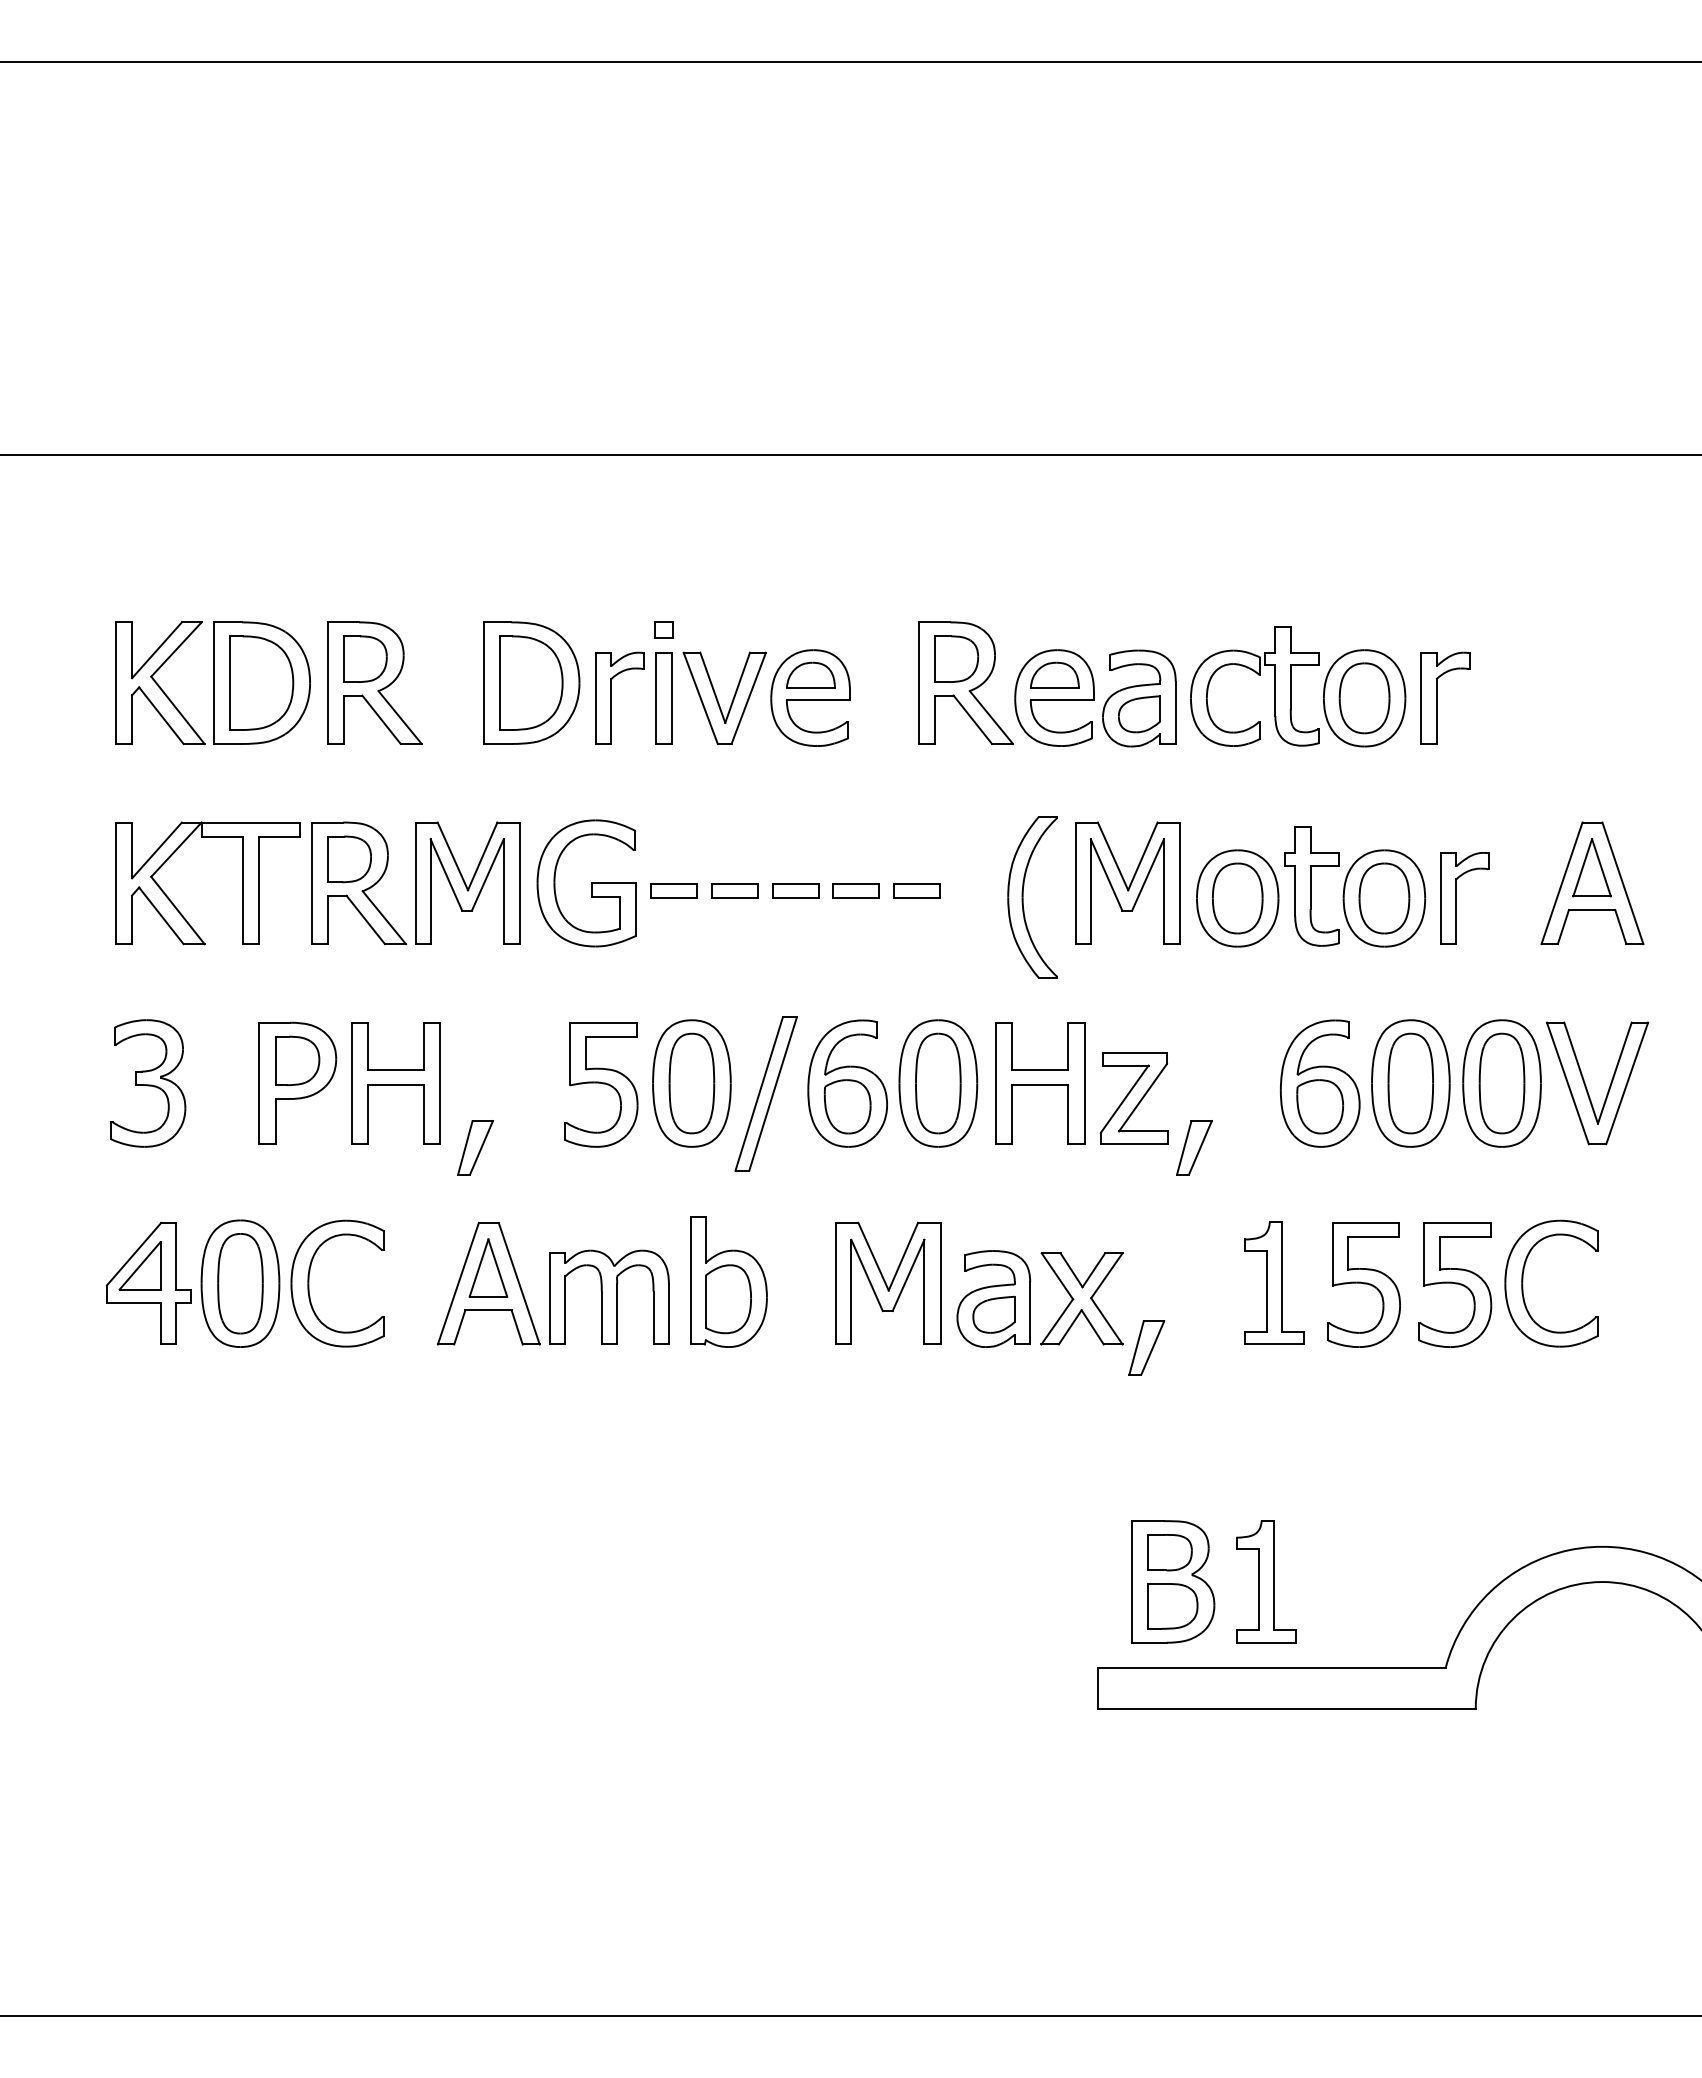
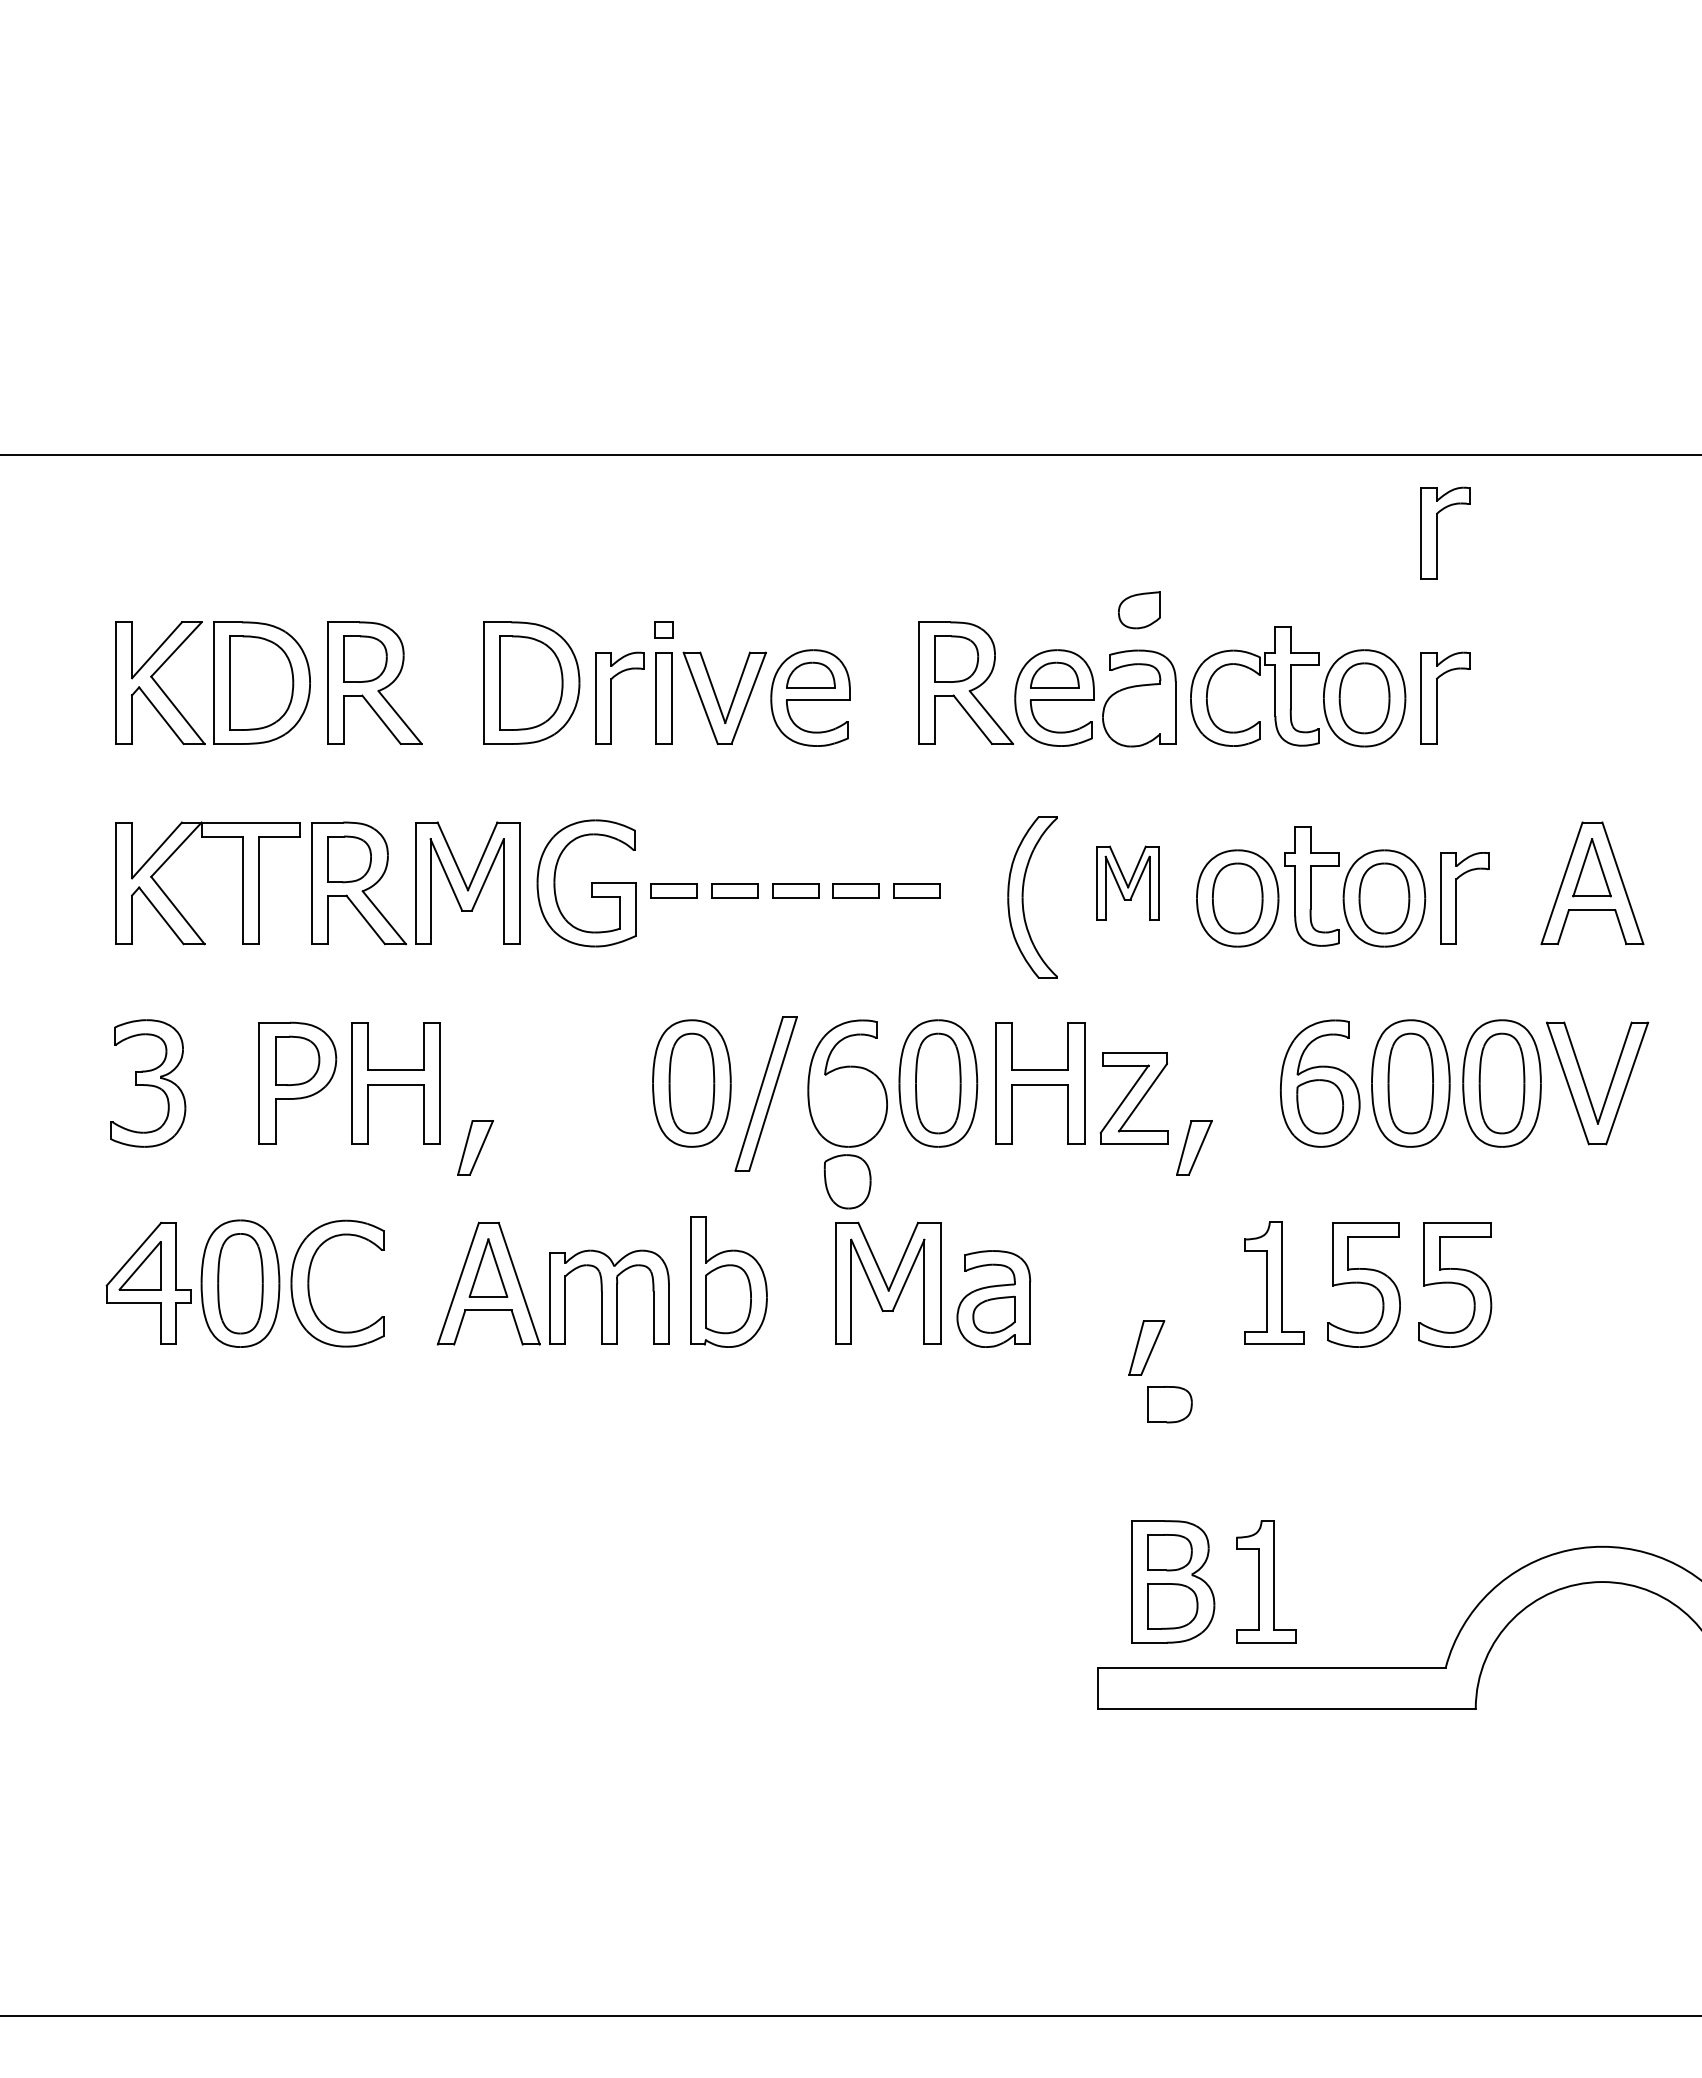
line at (850, 62): present -> none
part at (1437, 532): none -> present
part at (1139, 714) position: (1139, 714) -> (1139, 610)
part at (1127, 882) size: 106x124 px -> 64x76 px
part at (601, 1084): present -> none
part at (847, 1106) position: (847, 1106) -> (847, 1181)
part at (1523, 1283): present -> none
part at (1081, 1298): present -> none
part at (1169, 1404): none -> present
